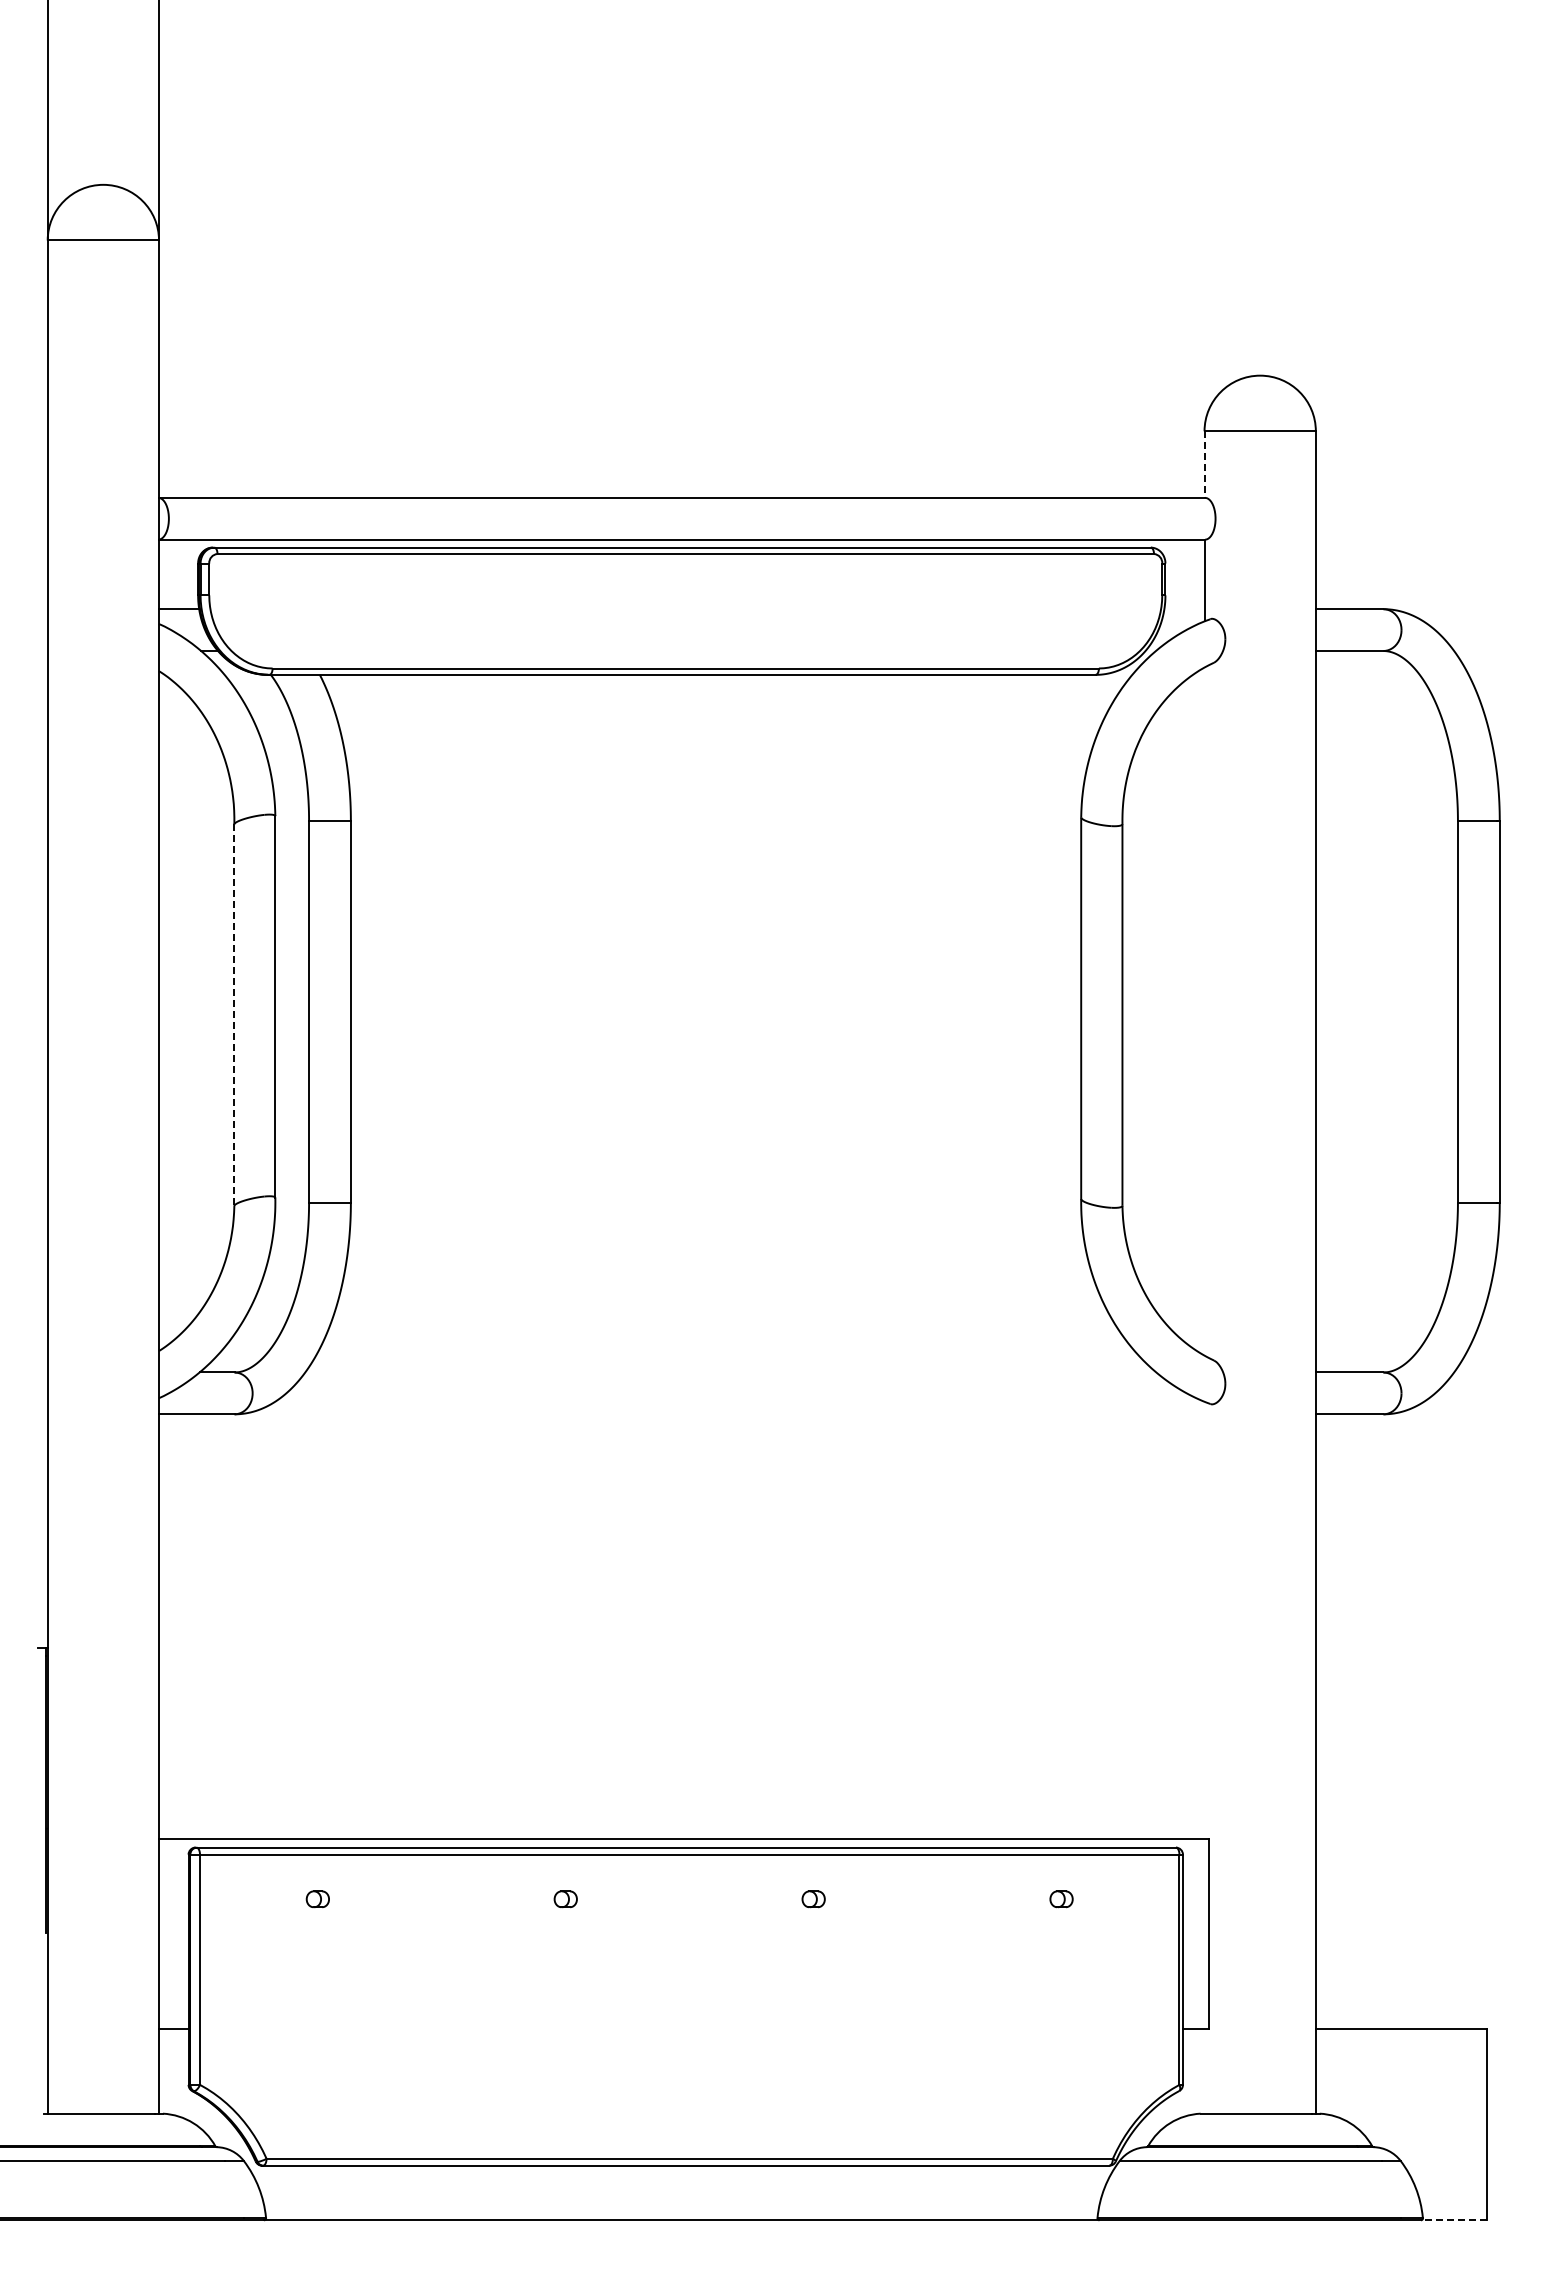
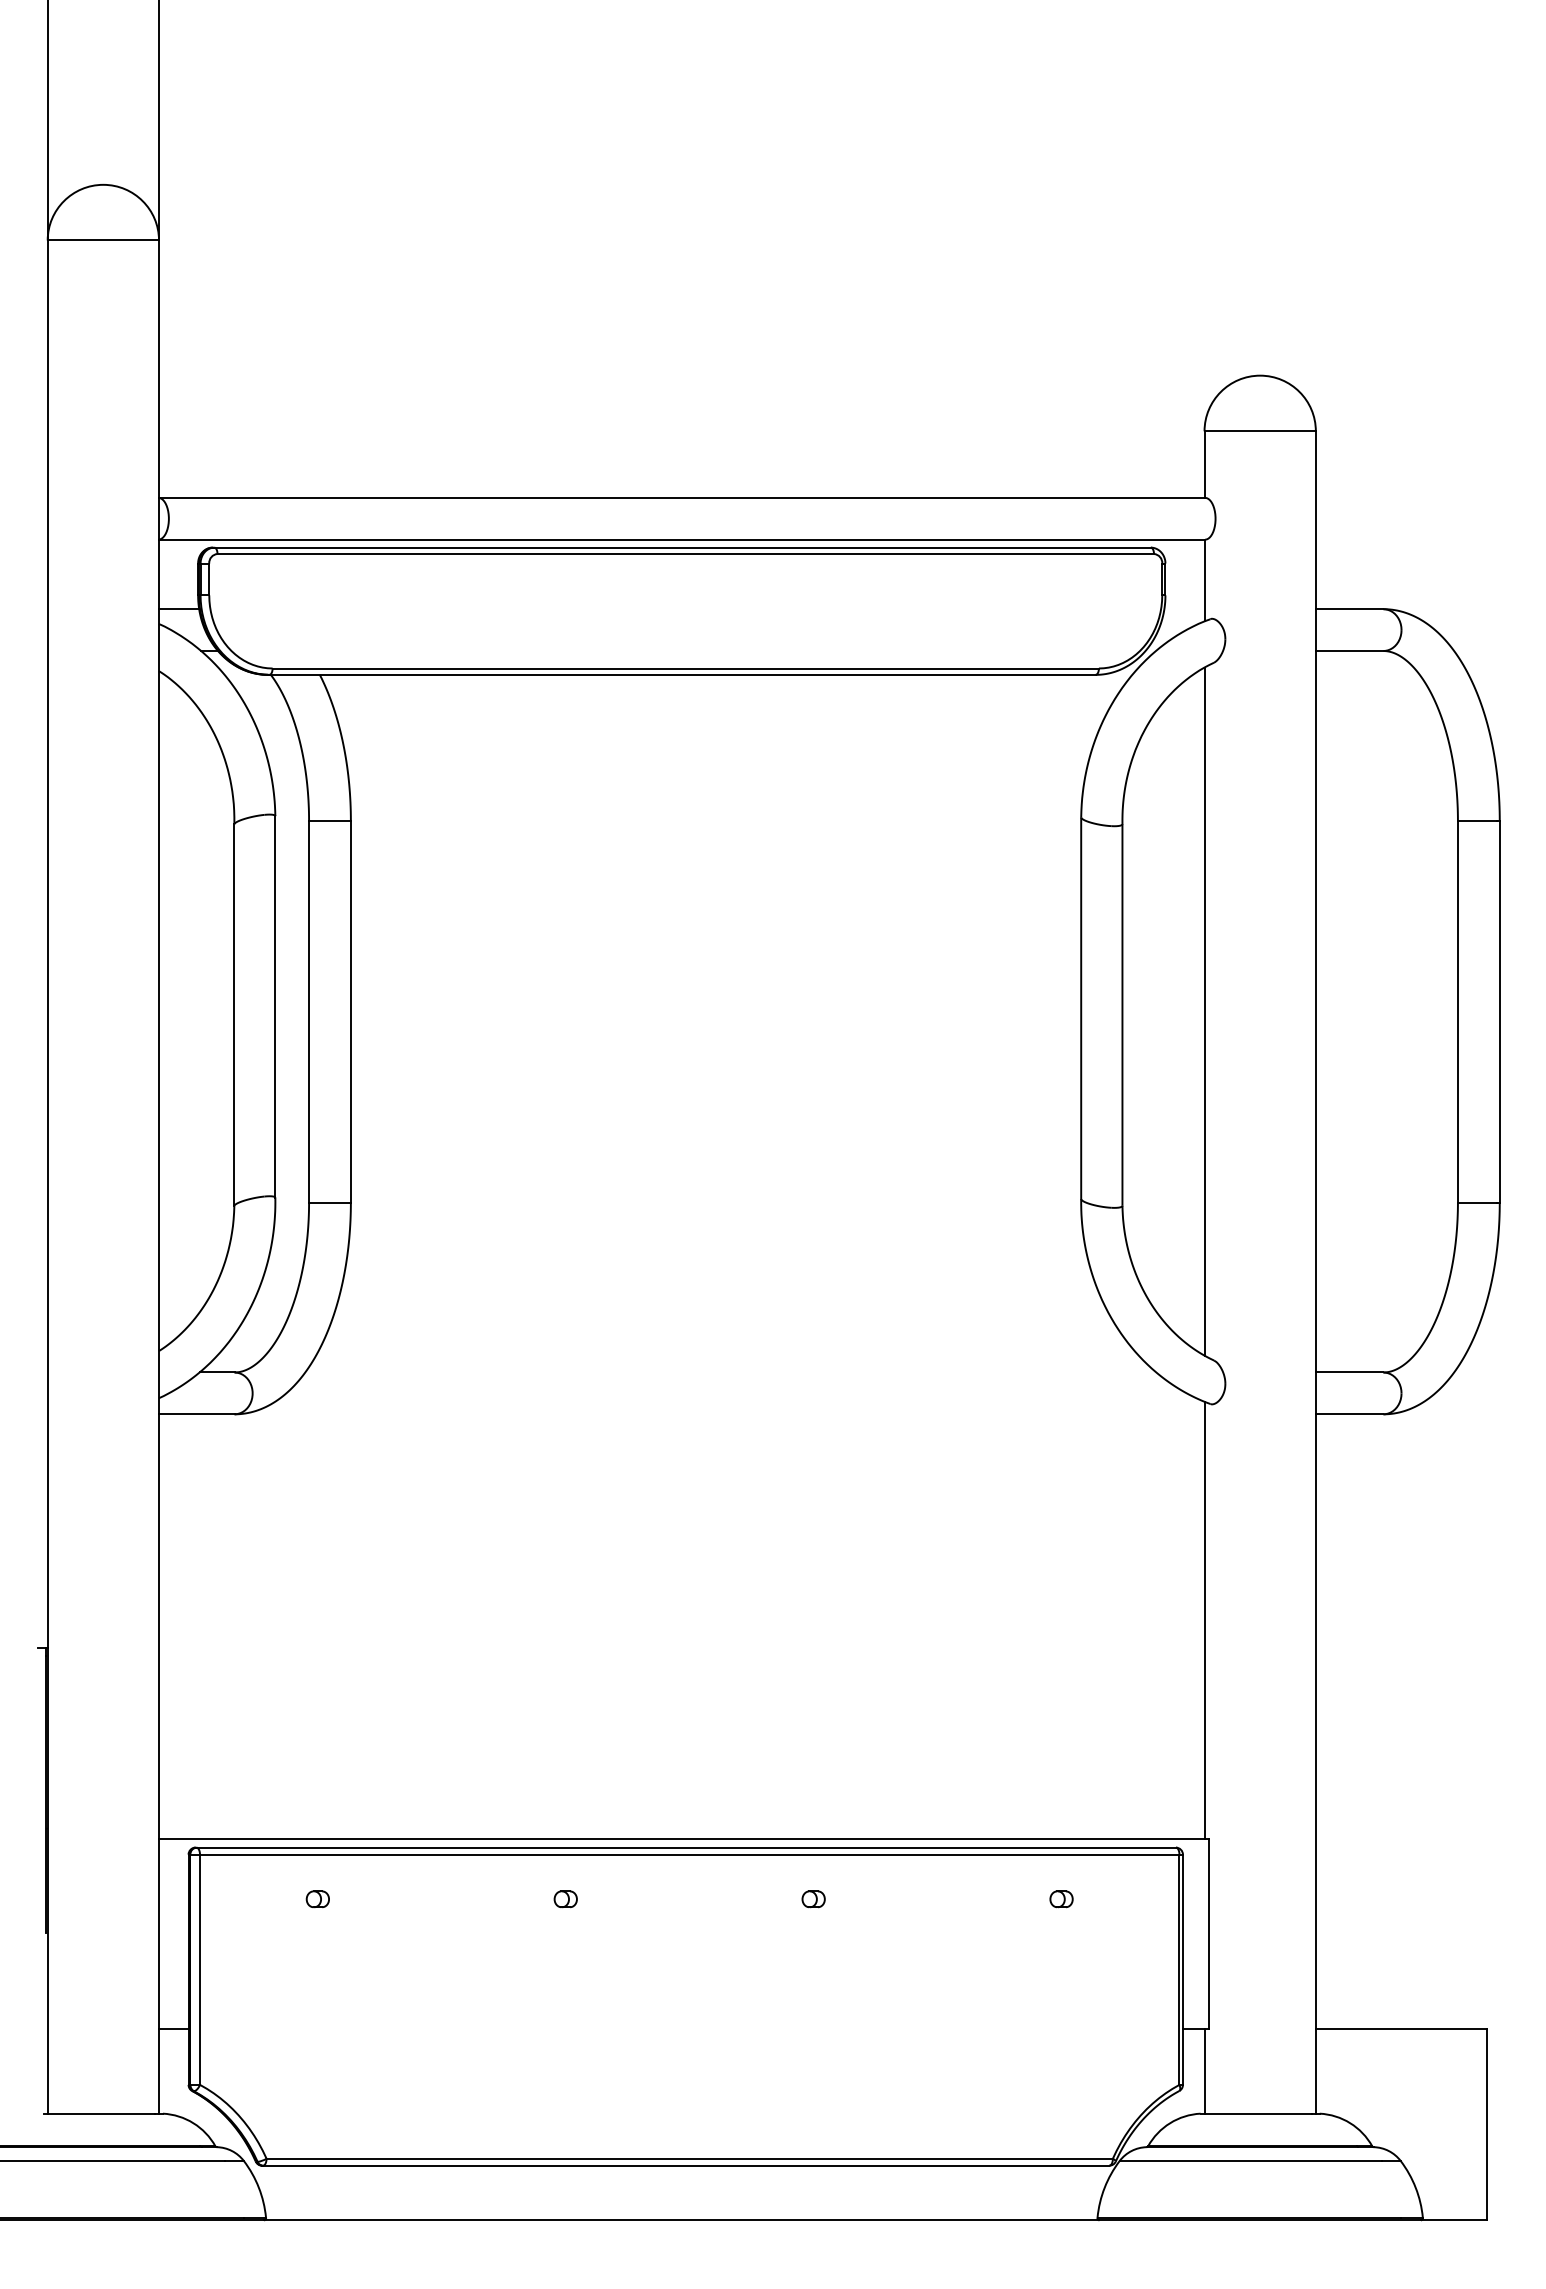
line at (1204, 465): dashed -> solid
line at (1204, 1011): none -> present
line at (234, 1015): dashed -> solid
line at (1204, 1619): none -> present
line at (1204, 2071): none -> present
line at (1453, 2220): dashed -> solid
